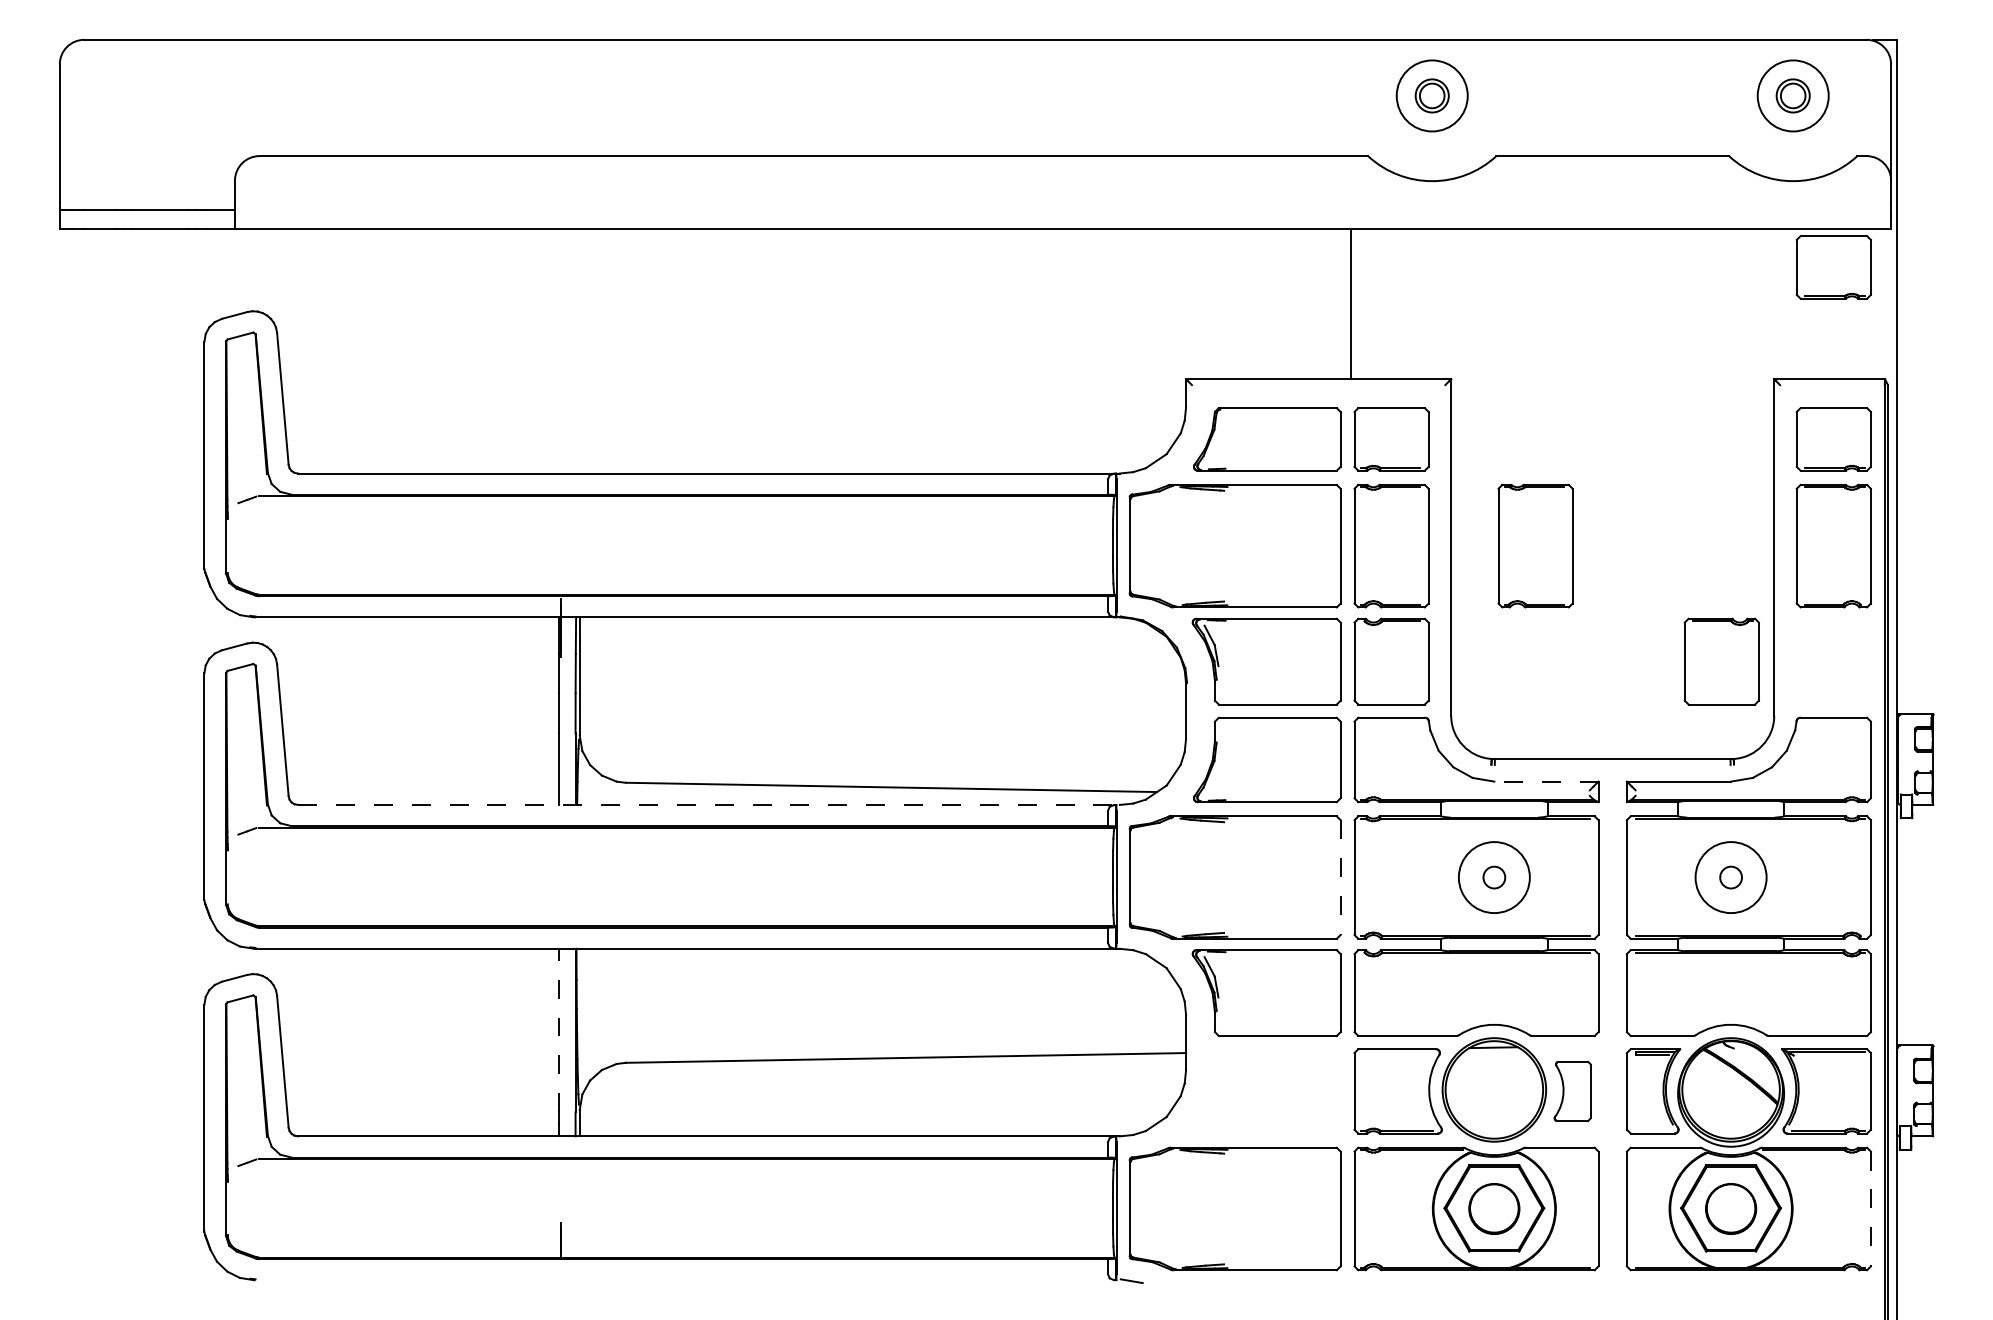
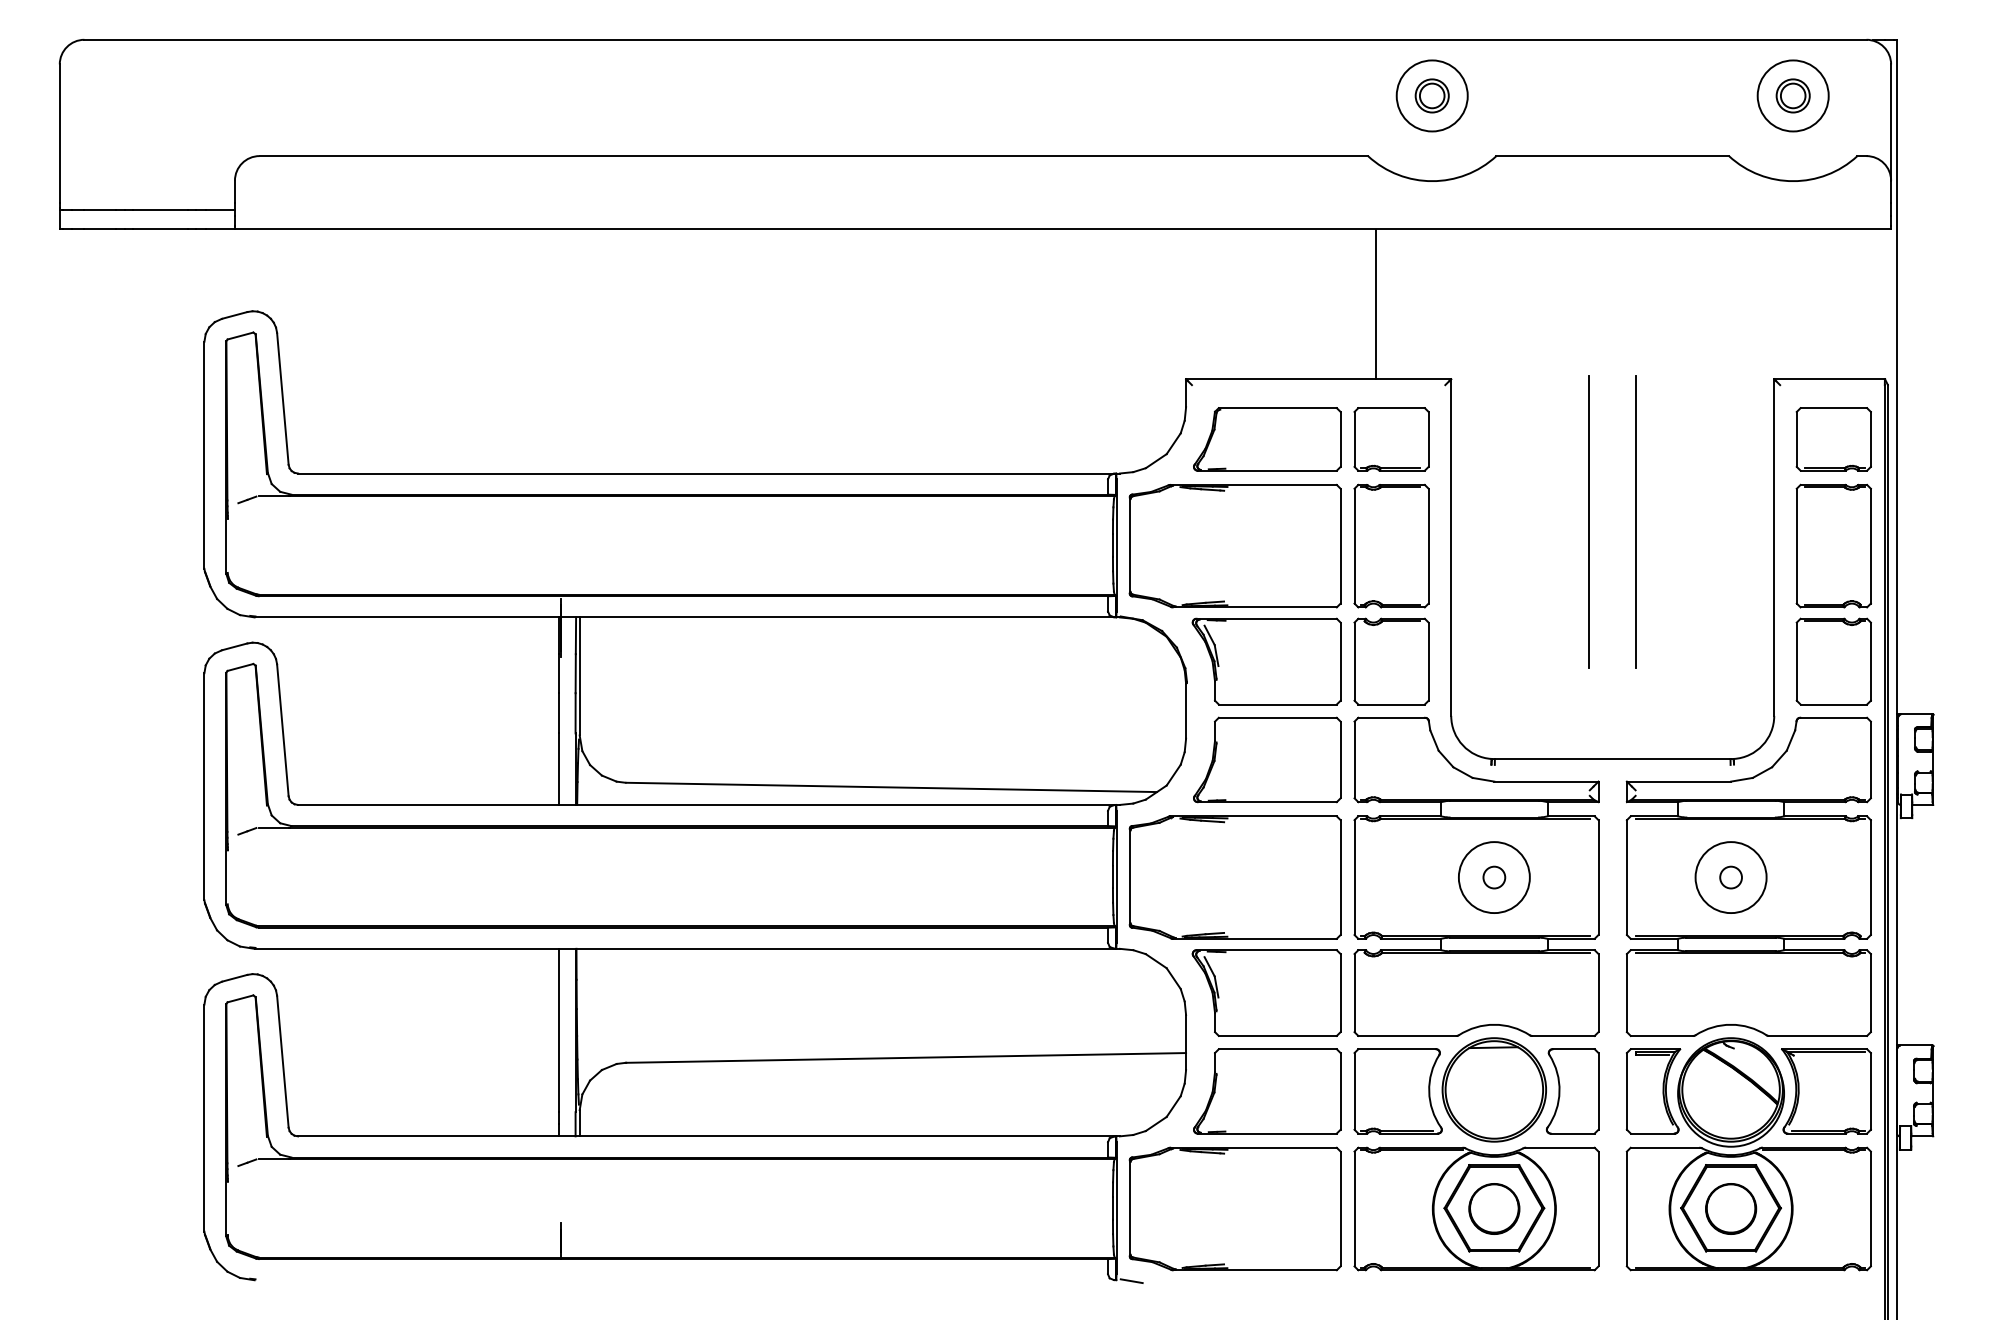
part at (1833, 267): present -> none
line at (1351, 304) position: (1351, 304) -> (1376, 304)
line at (1589, 521): none -> present
line at (1636, 521): none -> present
part at (1535, 545): present -> none
part at (1721, 661) position: (1721, 661) -> (1833, 661)
line at (1545, 781): dashed -> solid
line at (708, 804): dashed -> solid
line at (1340, 878): dashed -> solid
line at (559, 1030): dashed -> solid
part at (1572, 1090) size: 39x62 px -> 54x87 px
part at (1267, 1091): none -> present
line at (1870, 1209): dashed -> solid
